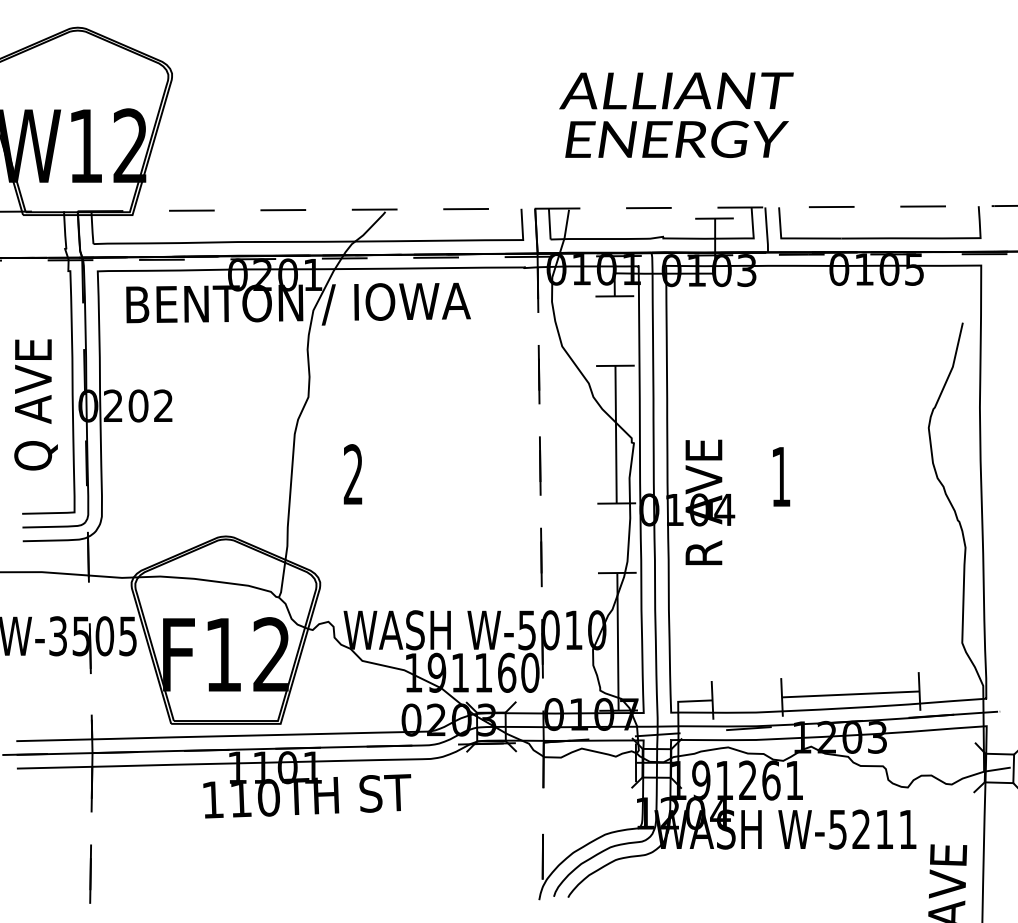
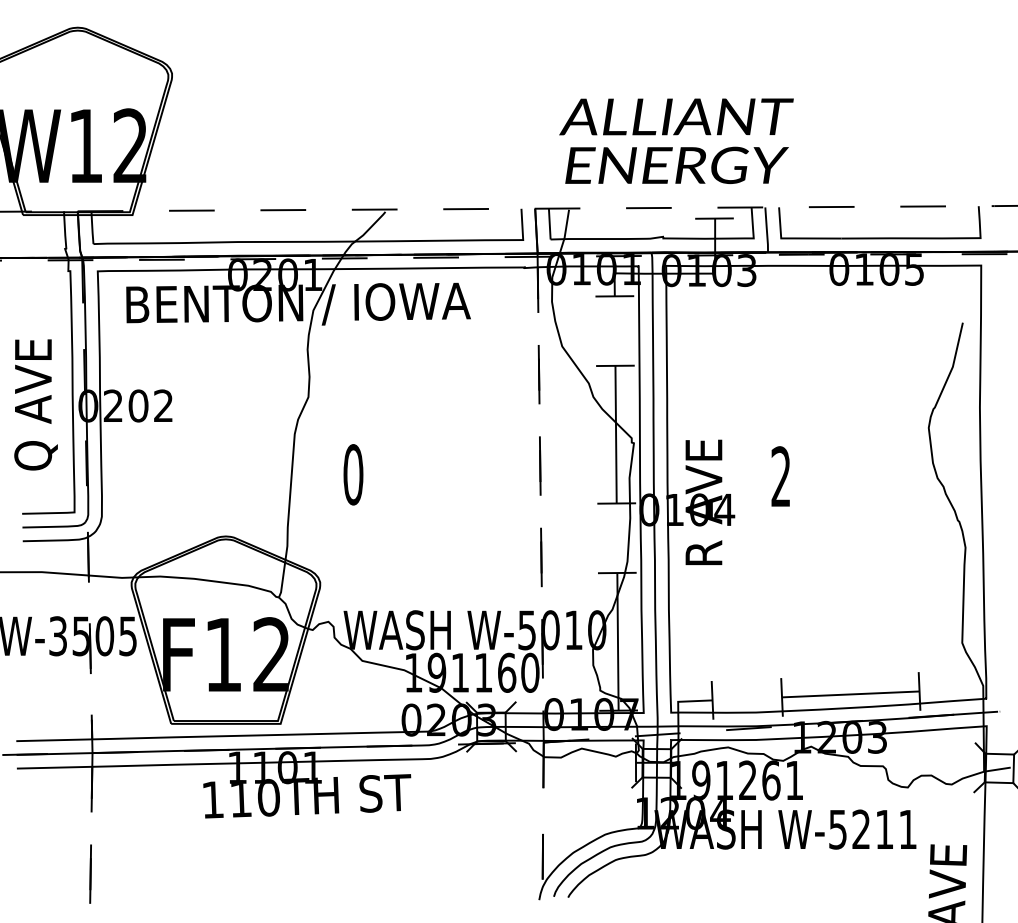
text at (676, 114) position: (676, 114) -> (676, 140)
text at (353, 474): 2 -> 0
text at (780, 476): 1 -> 2
